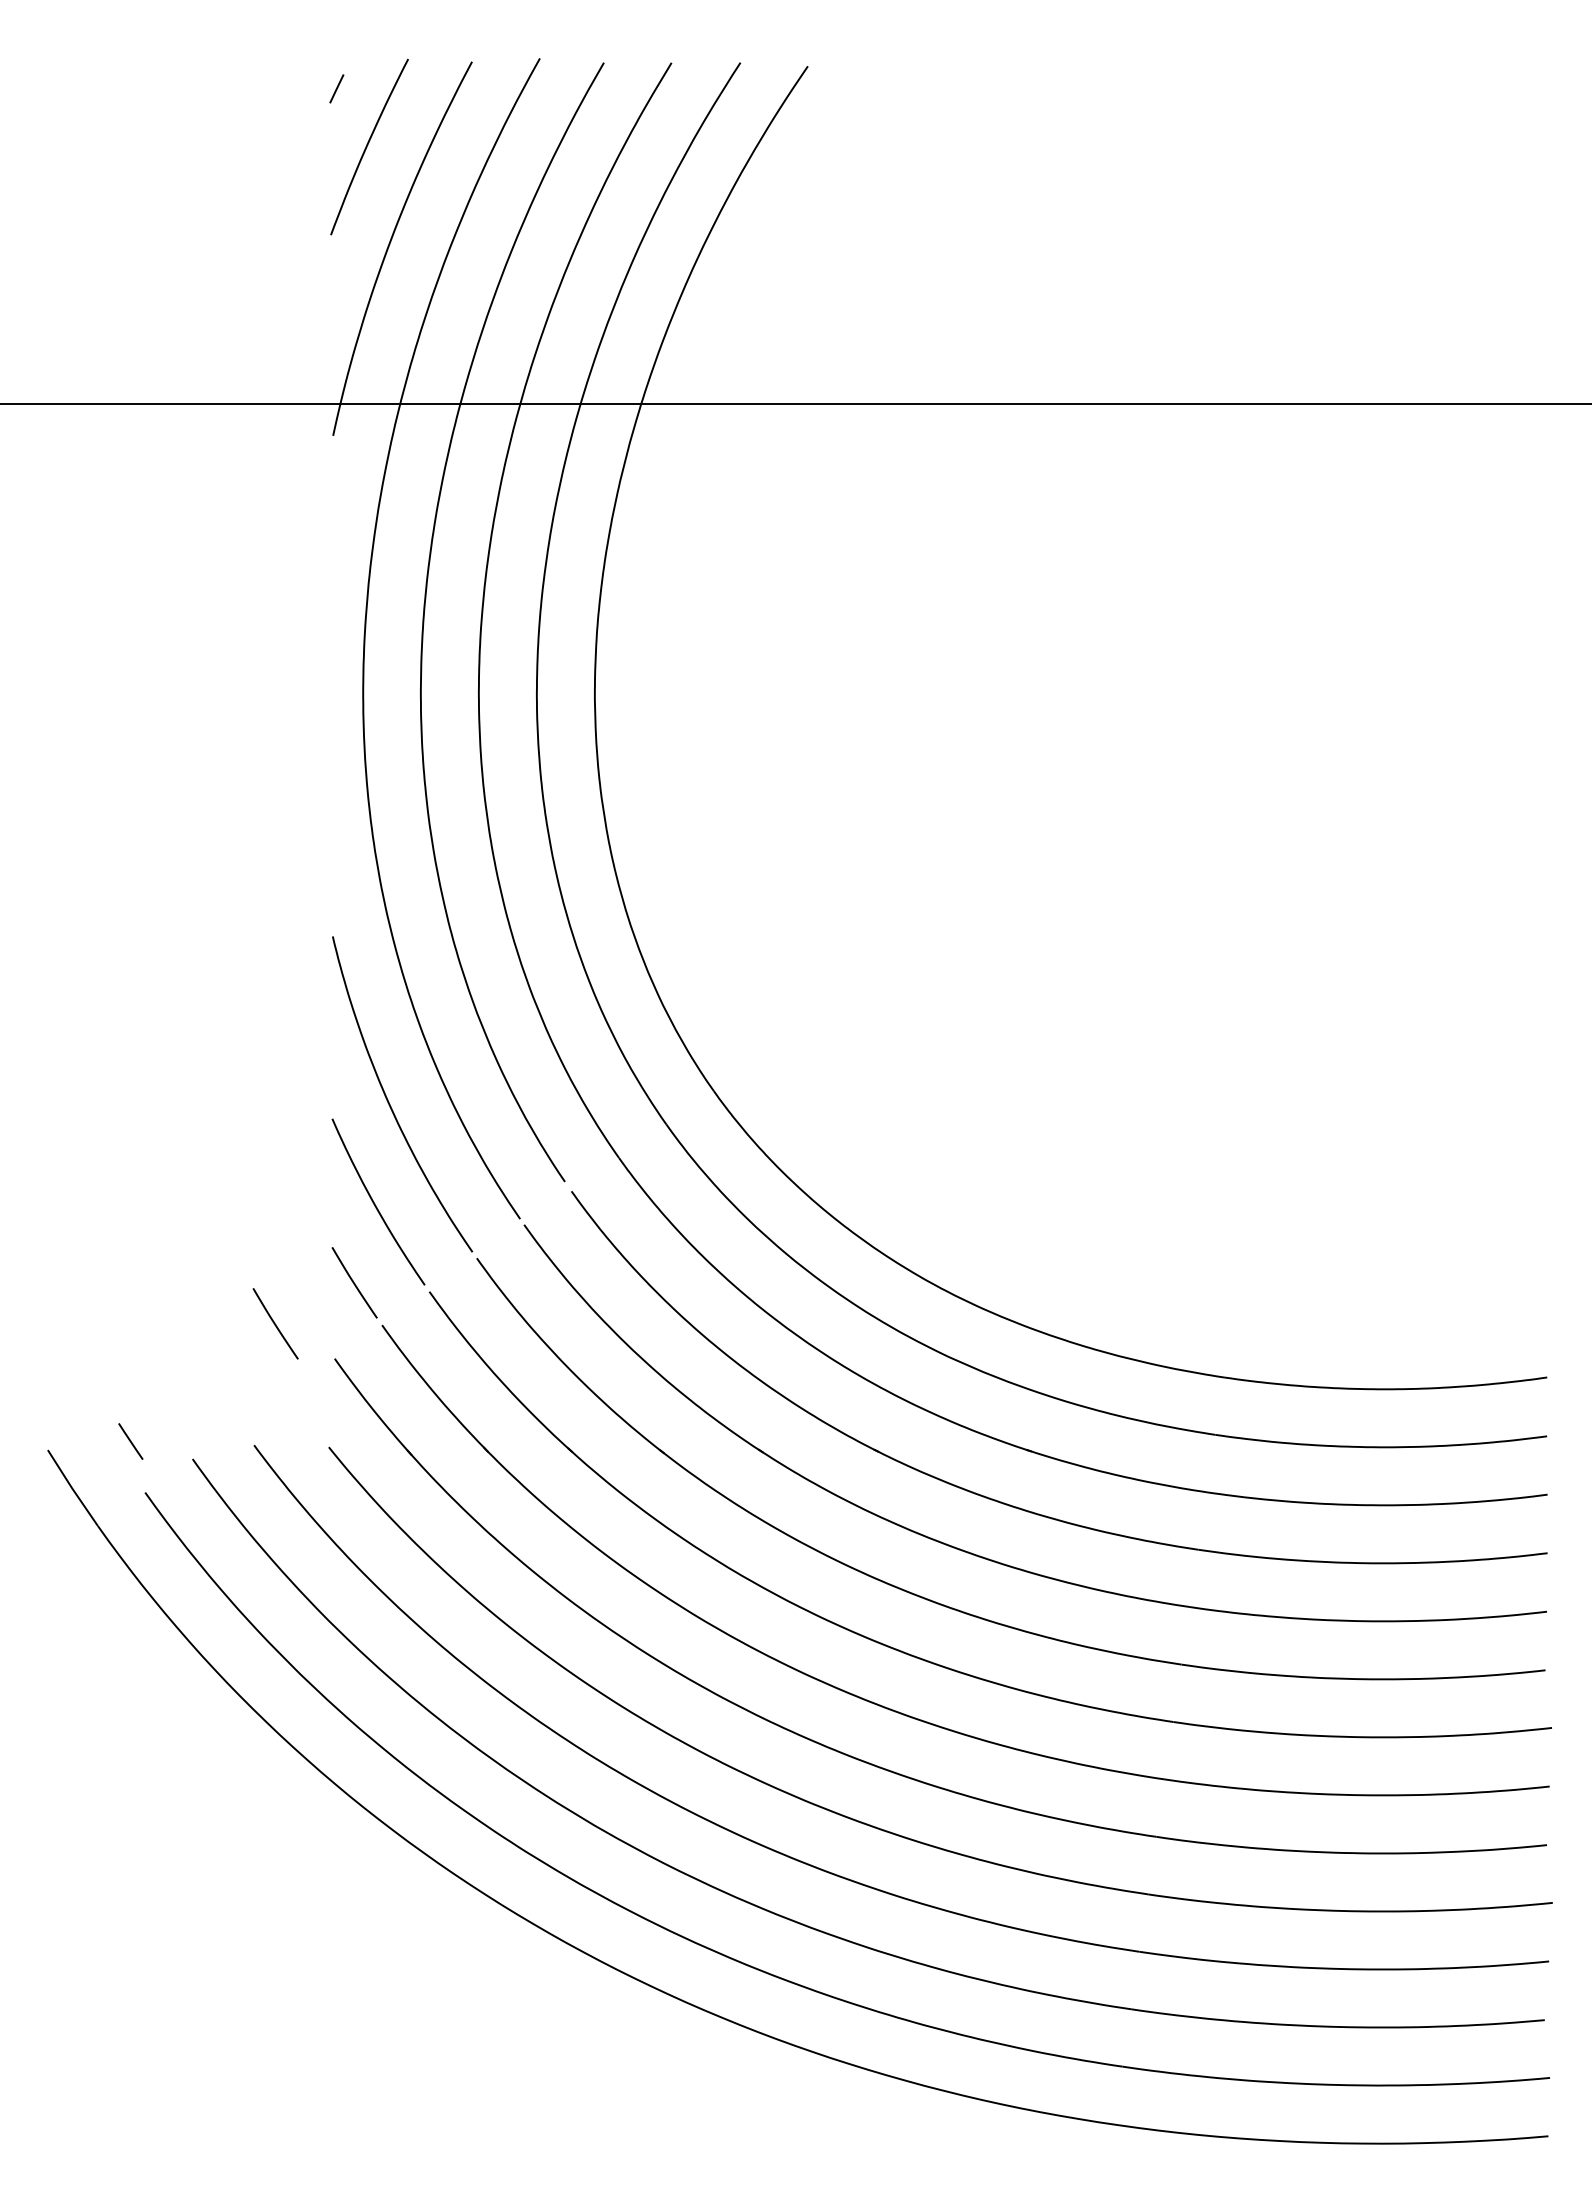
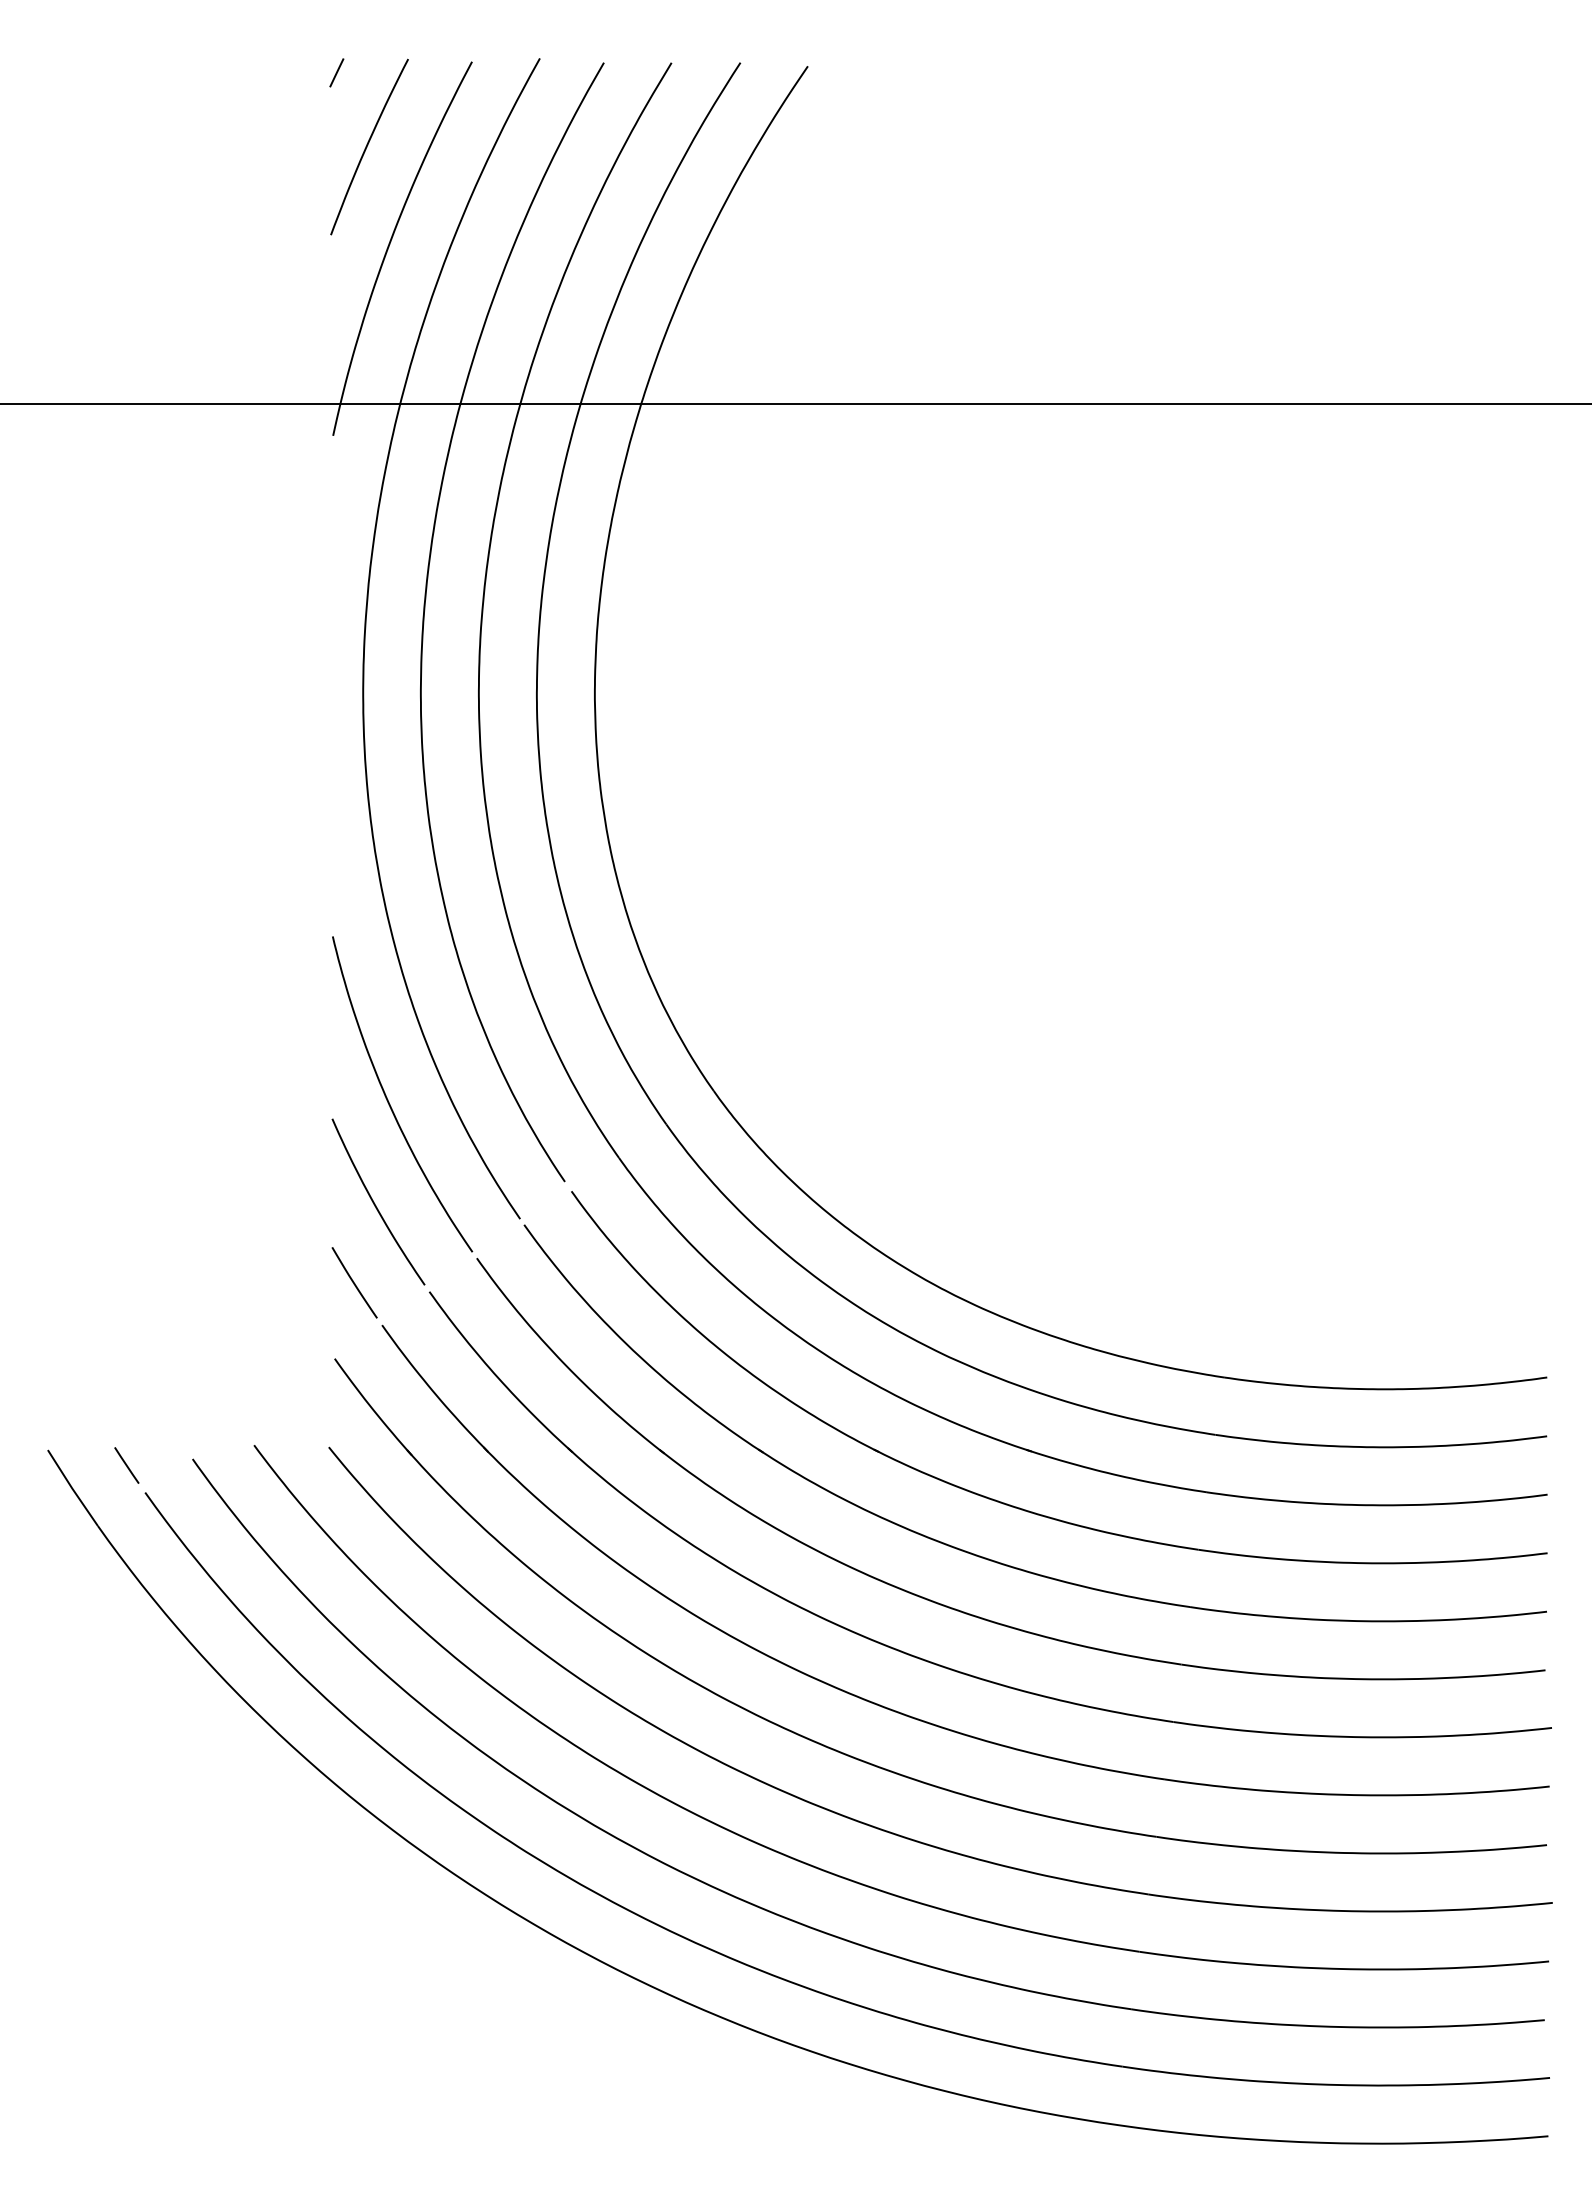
line at (336, 88) position: (336, 88) -> (336, 72)
line at (275, 1323): present -> none
line at (130, 1441) position: (130, 1441) -> (126, 1465)
